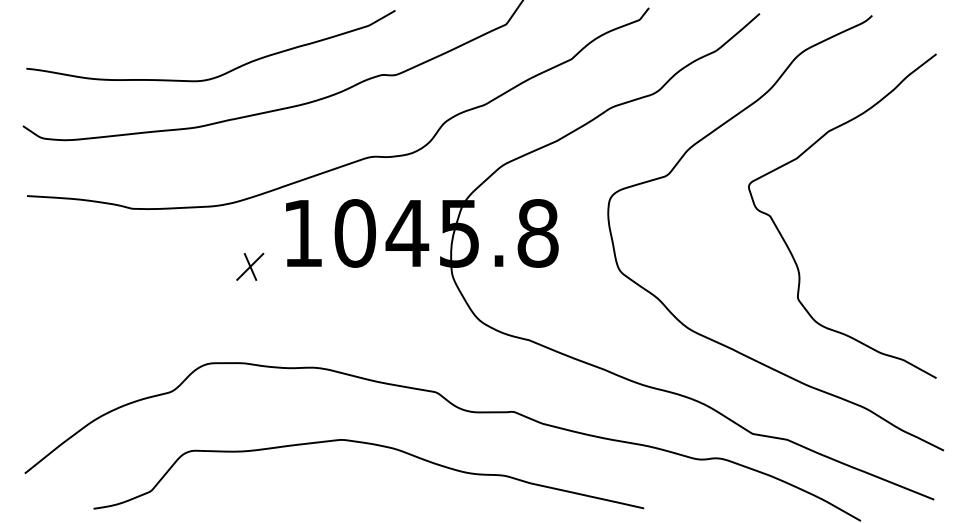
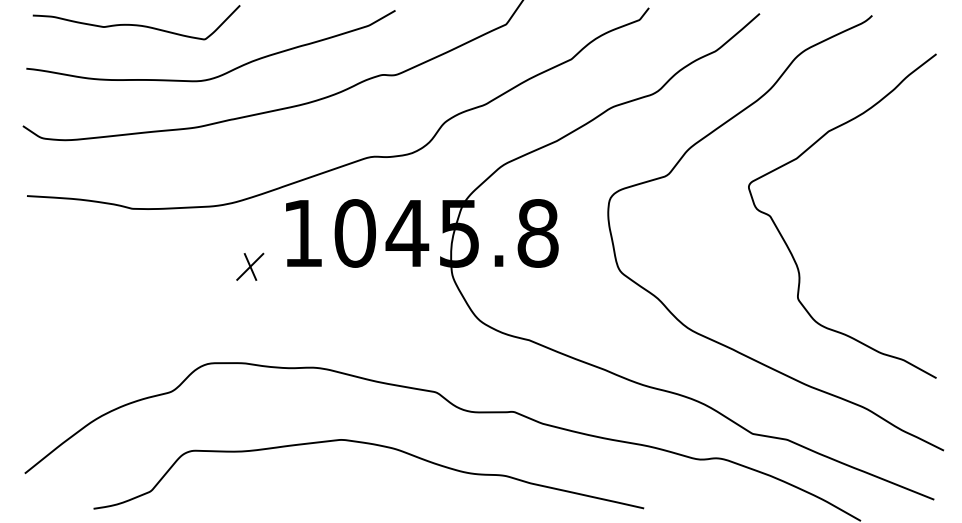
curve at (136, 24): none -> present
